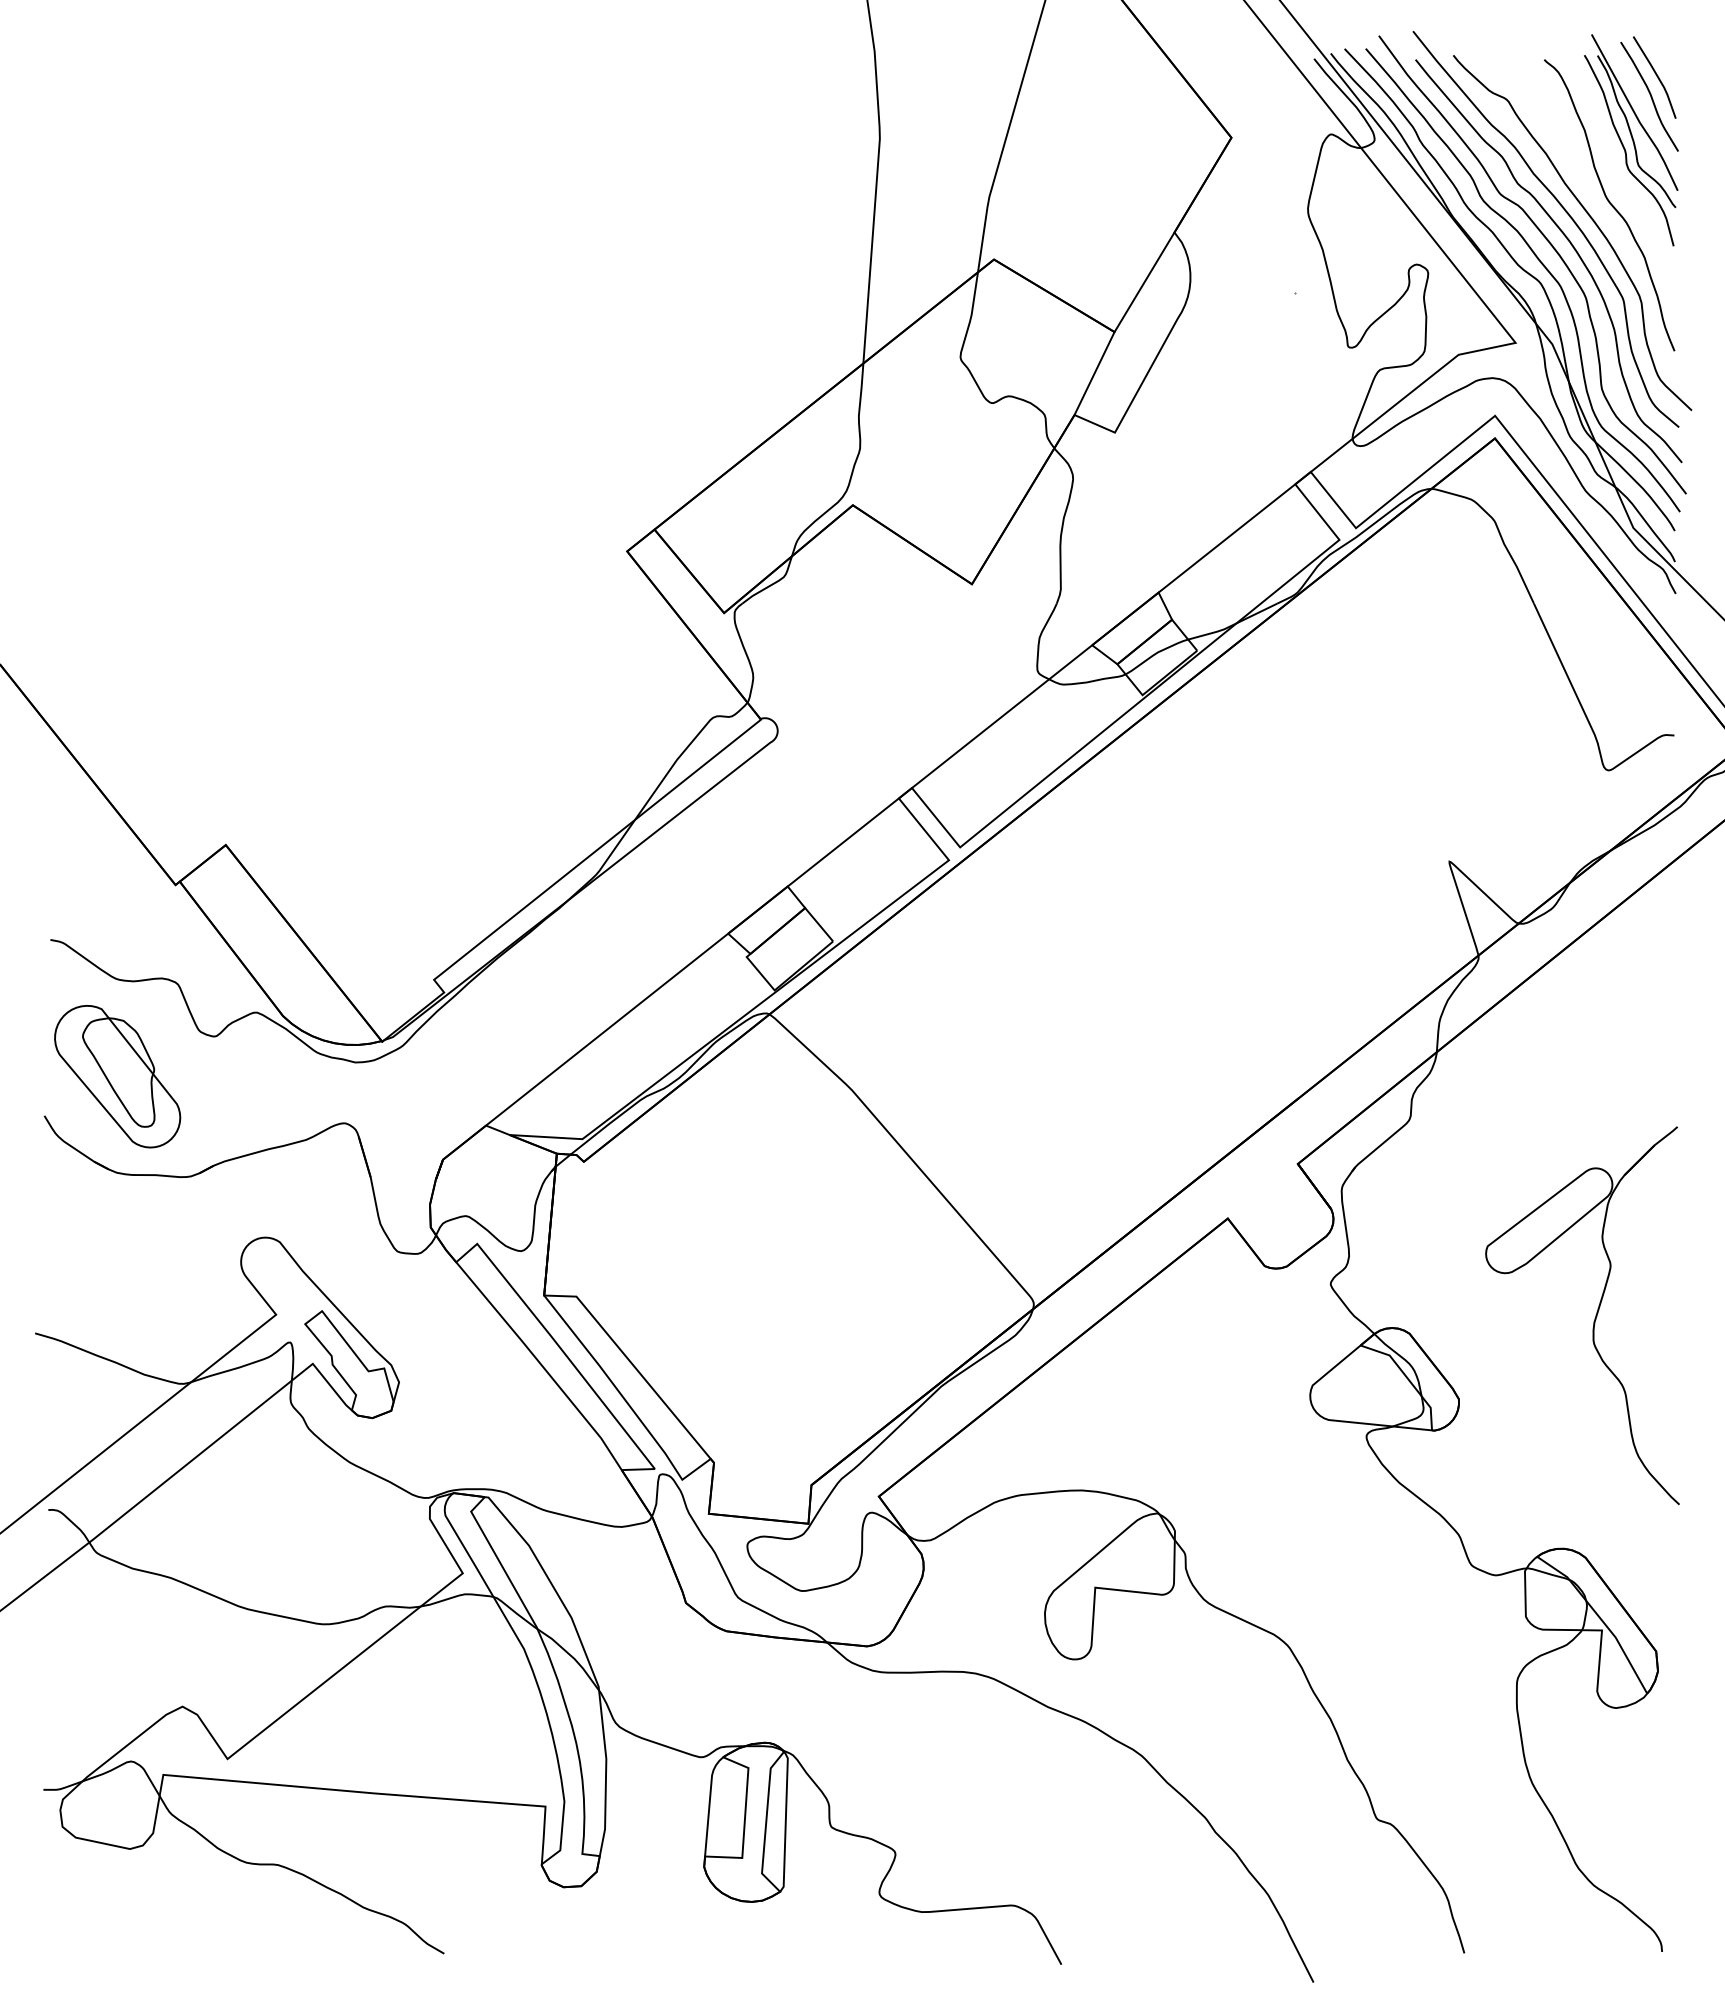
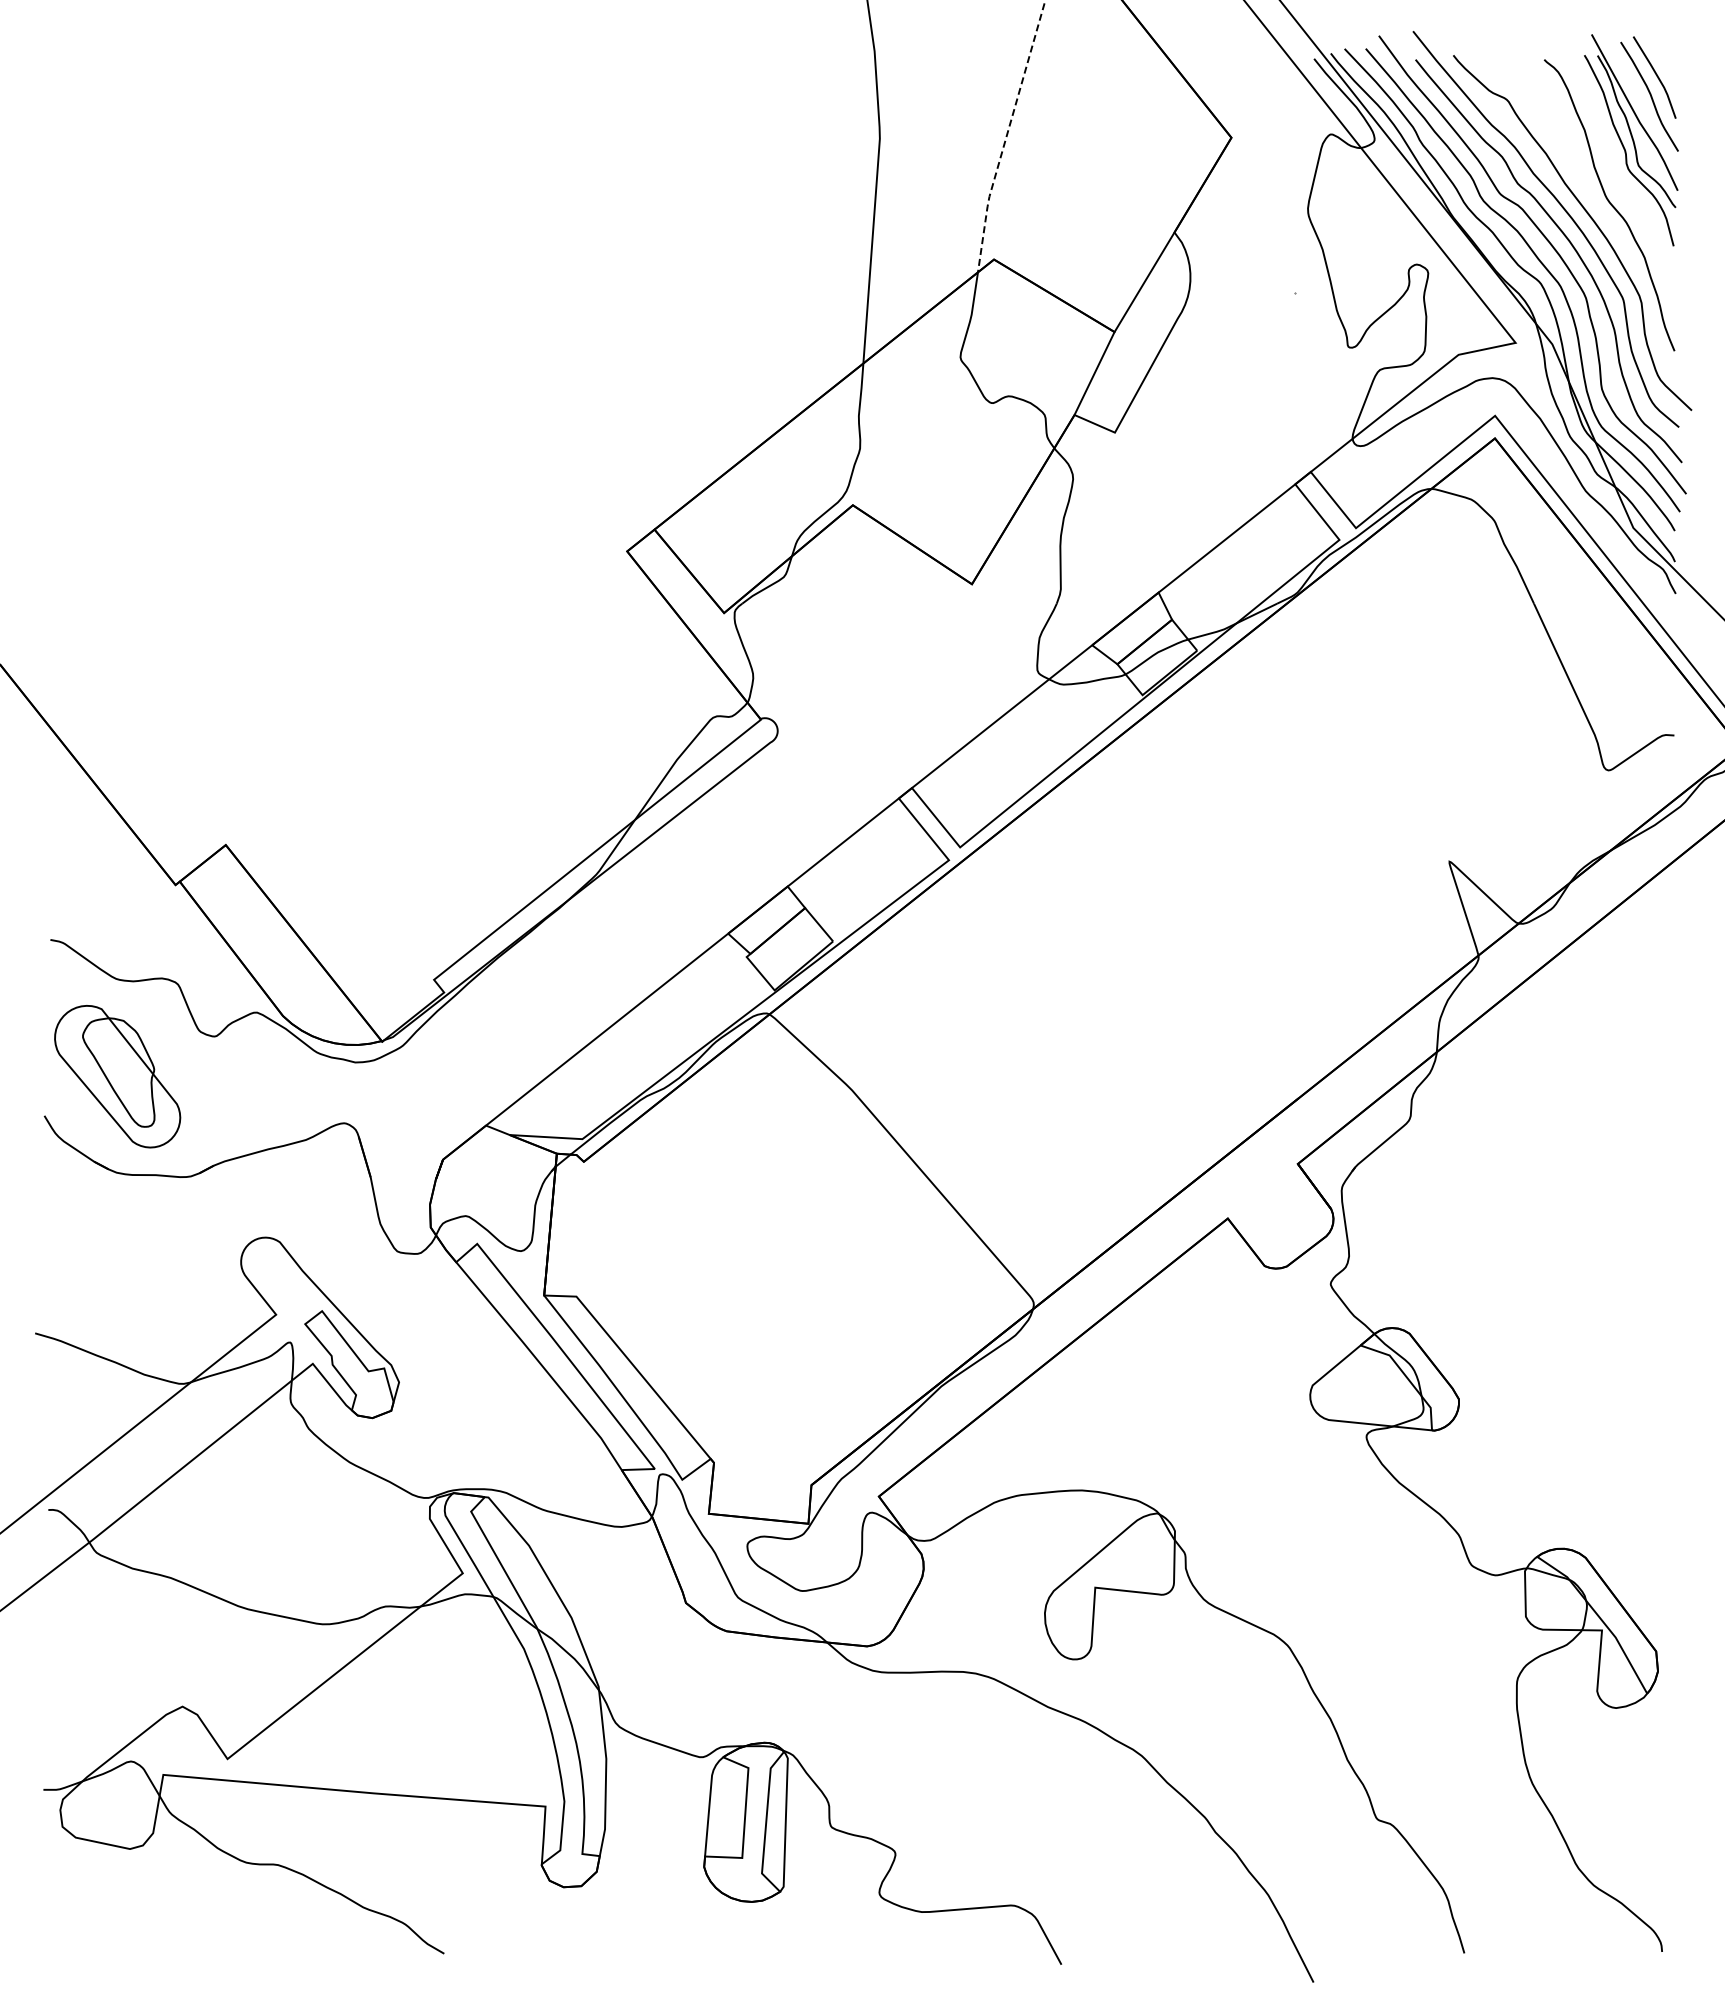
line at (1006, 137): solid -> dashed
part at (1594, 1318): present -> none
